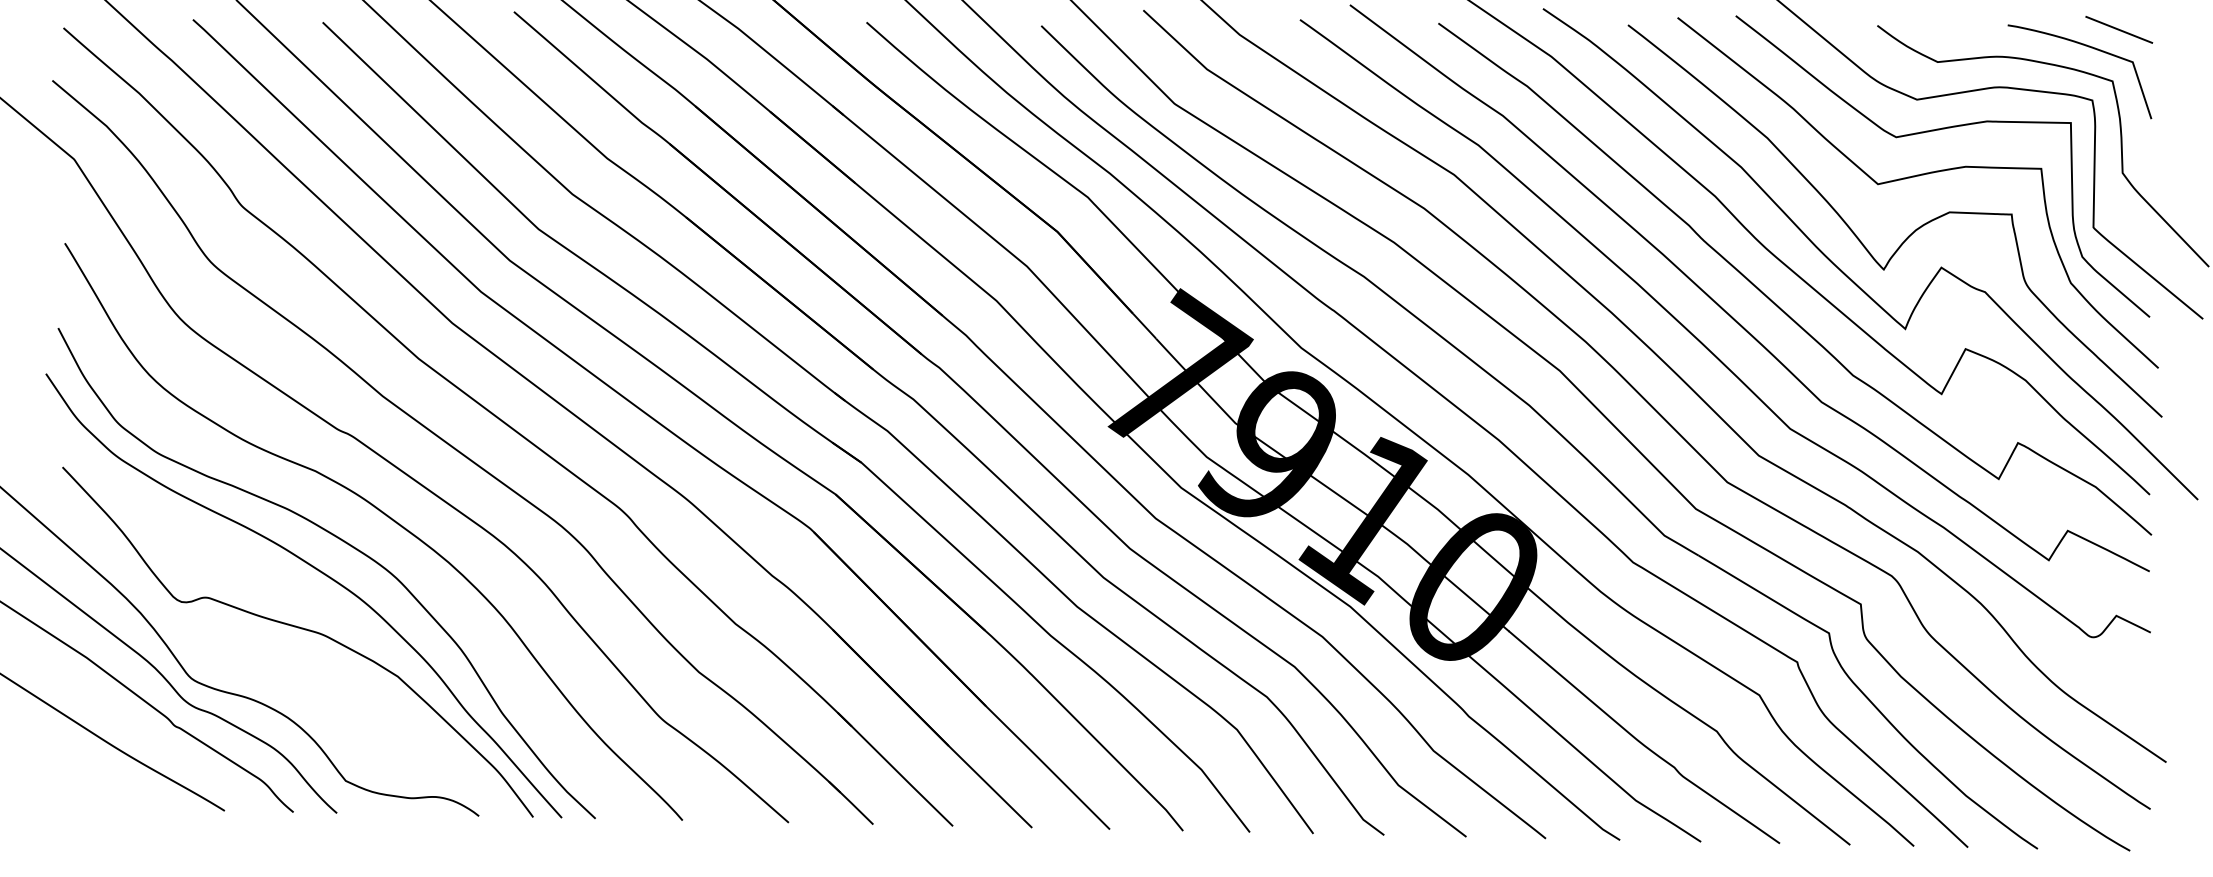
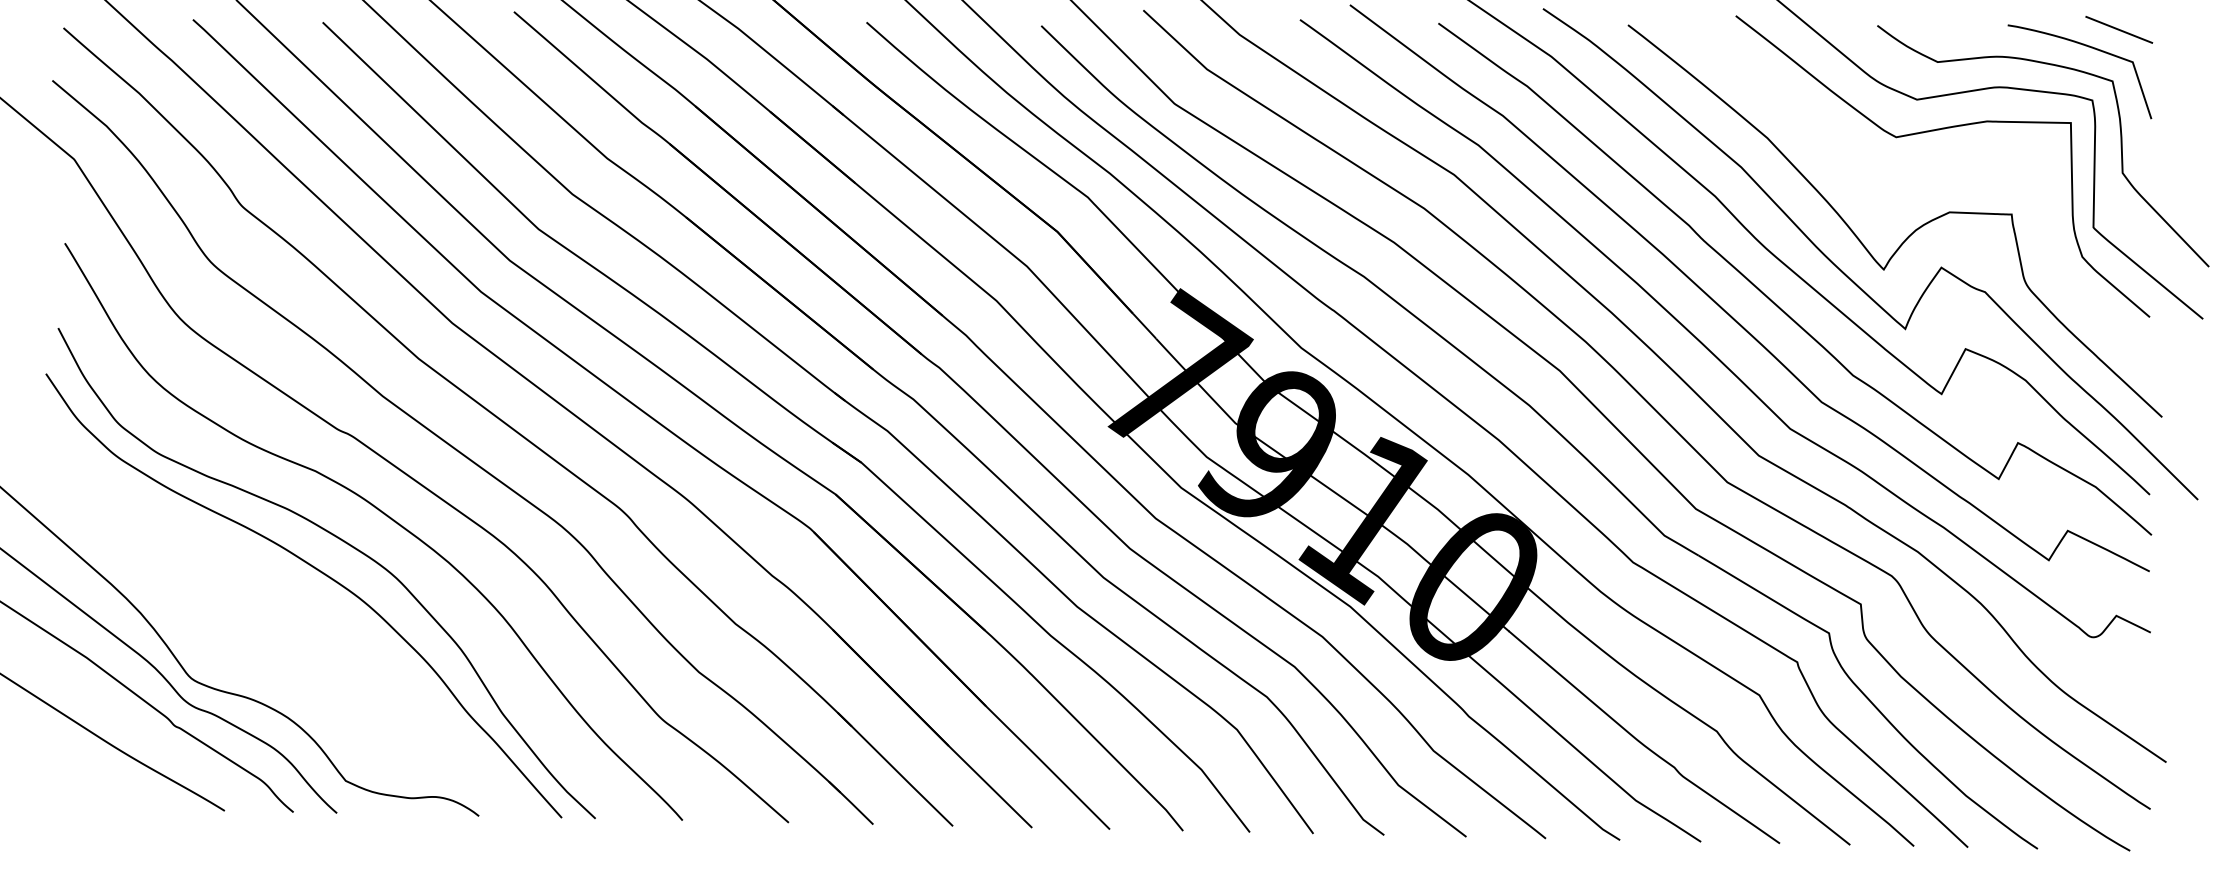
curve at (1914, 177): present -> none
curve at (301, 629): present -> none
